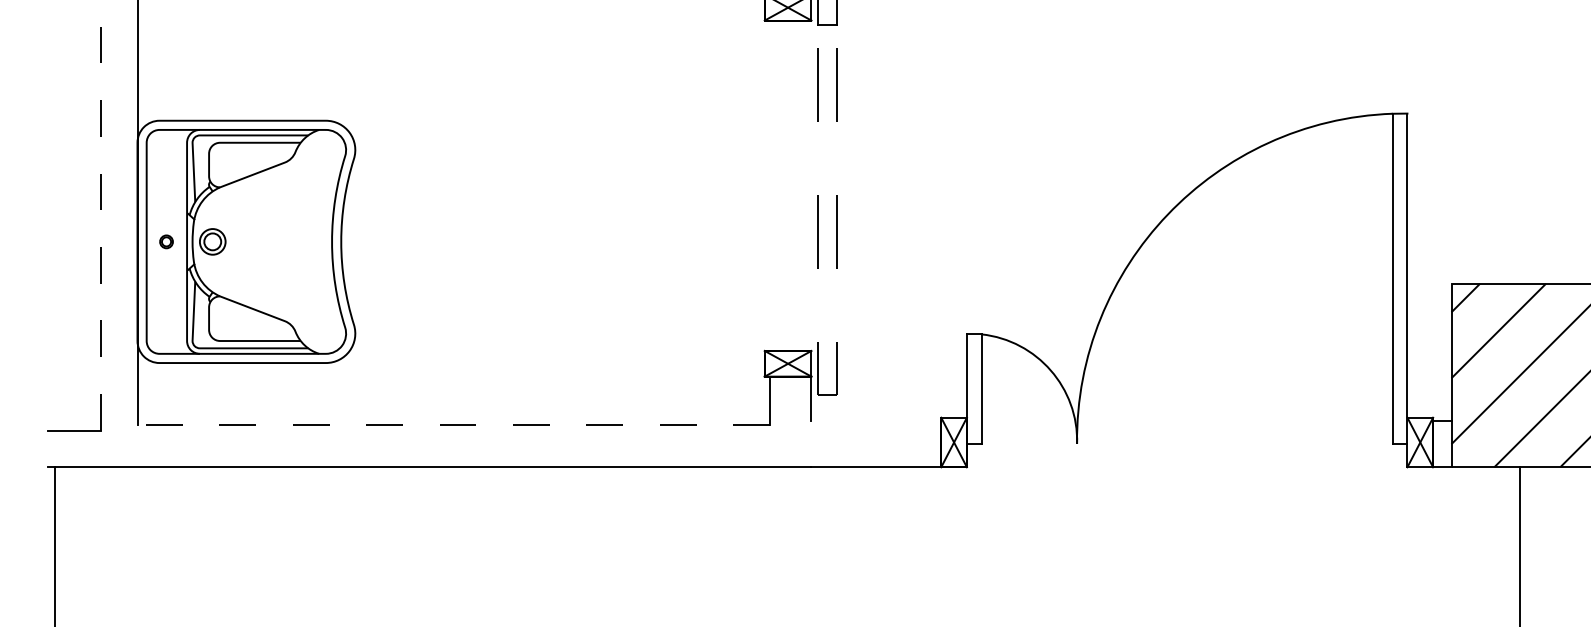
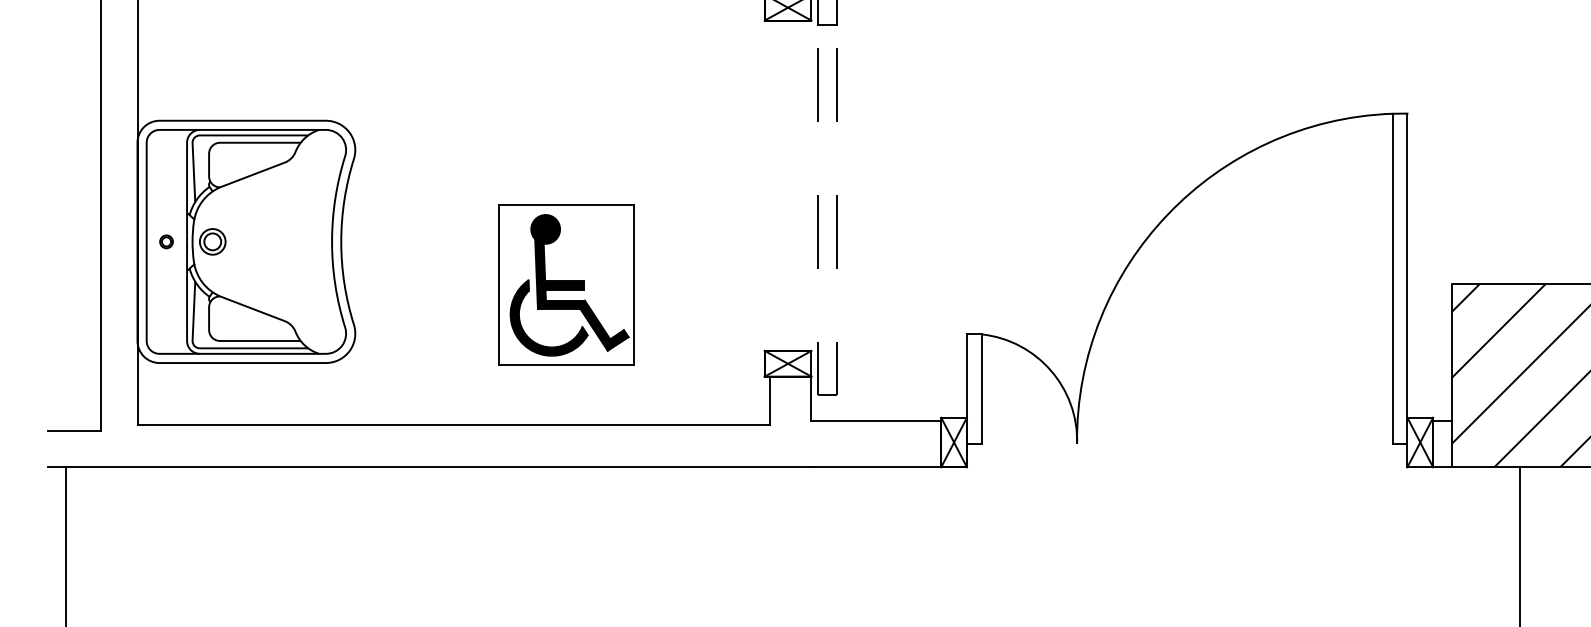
line at (101, 214): dashed -> solid
part at (566, 284): none -> present
line at (876, 420): none -> present
line at (453, 425): dashed -> solid
line at (54, 545) position: (54, 545) -> (65, 545)
